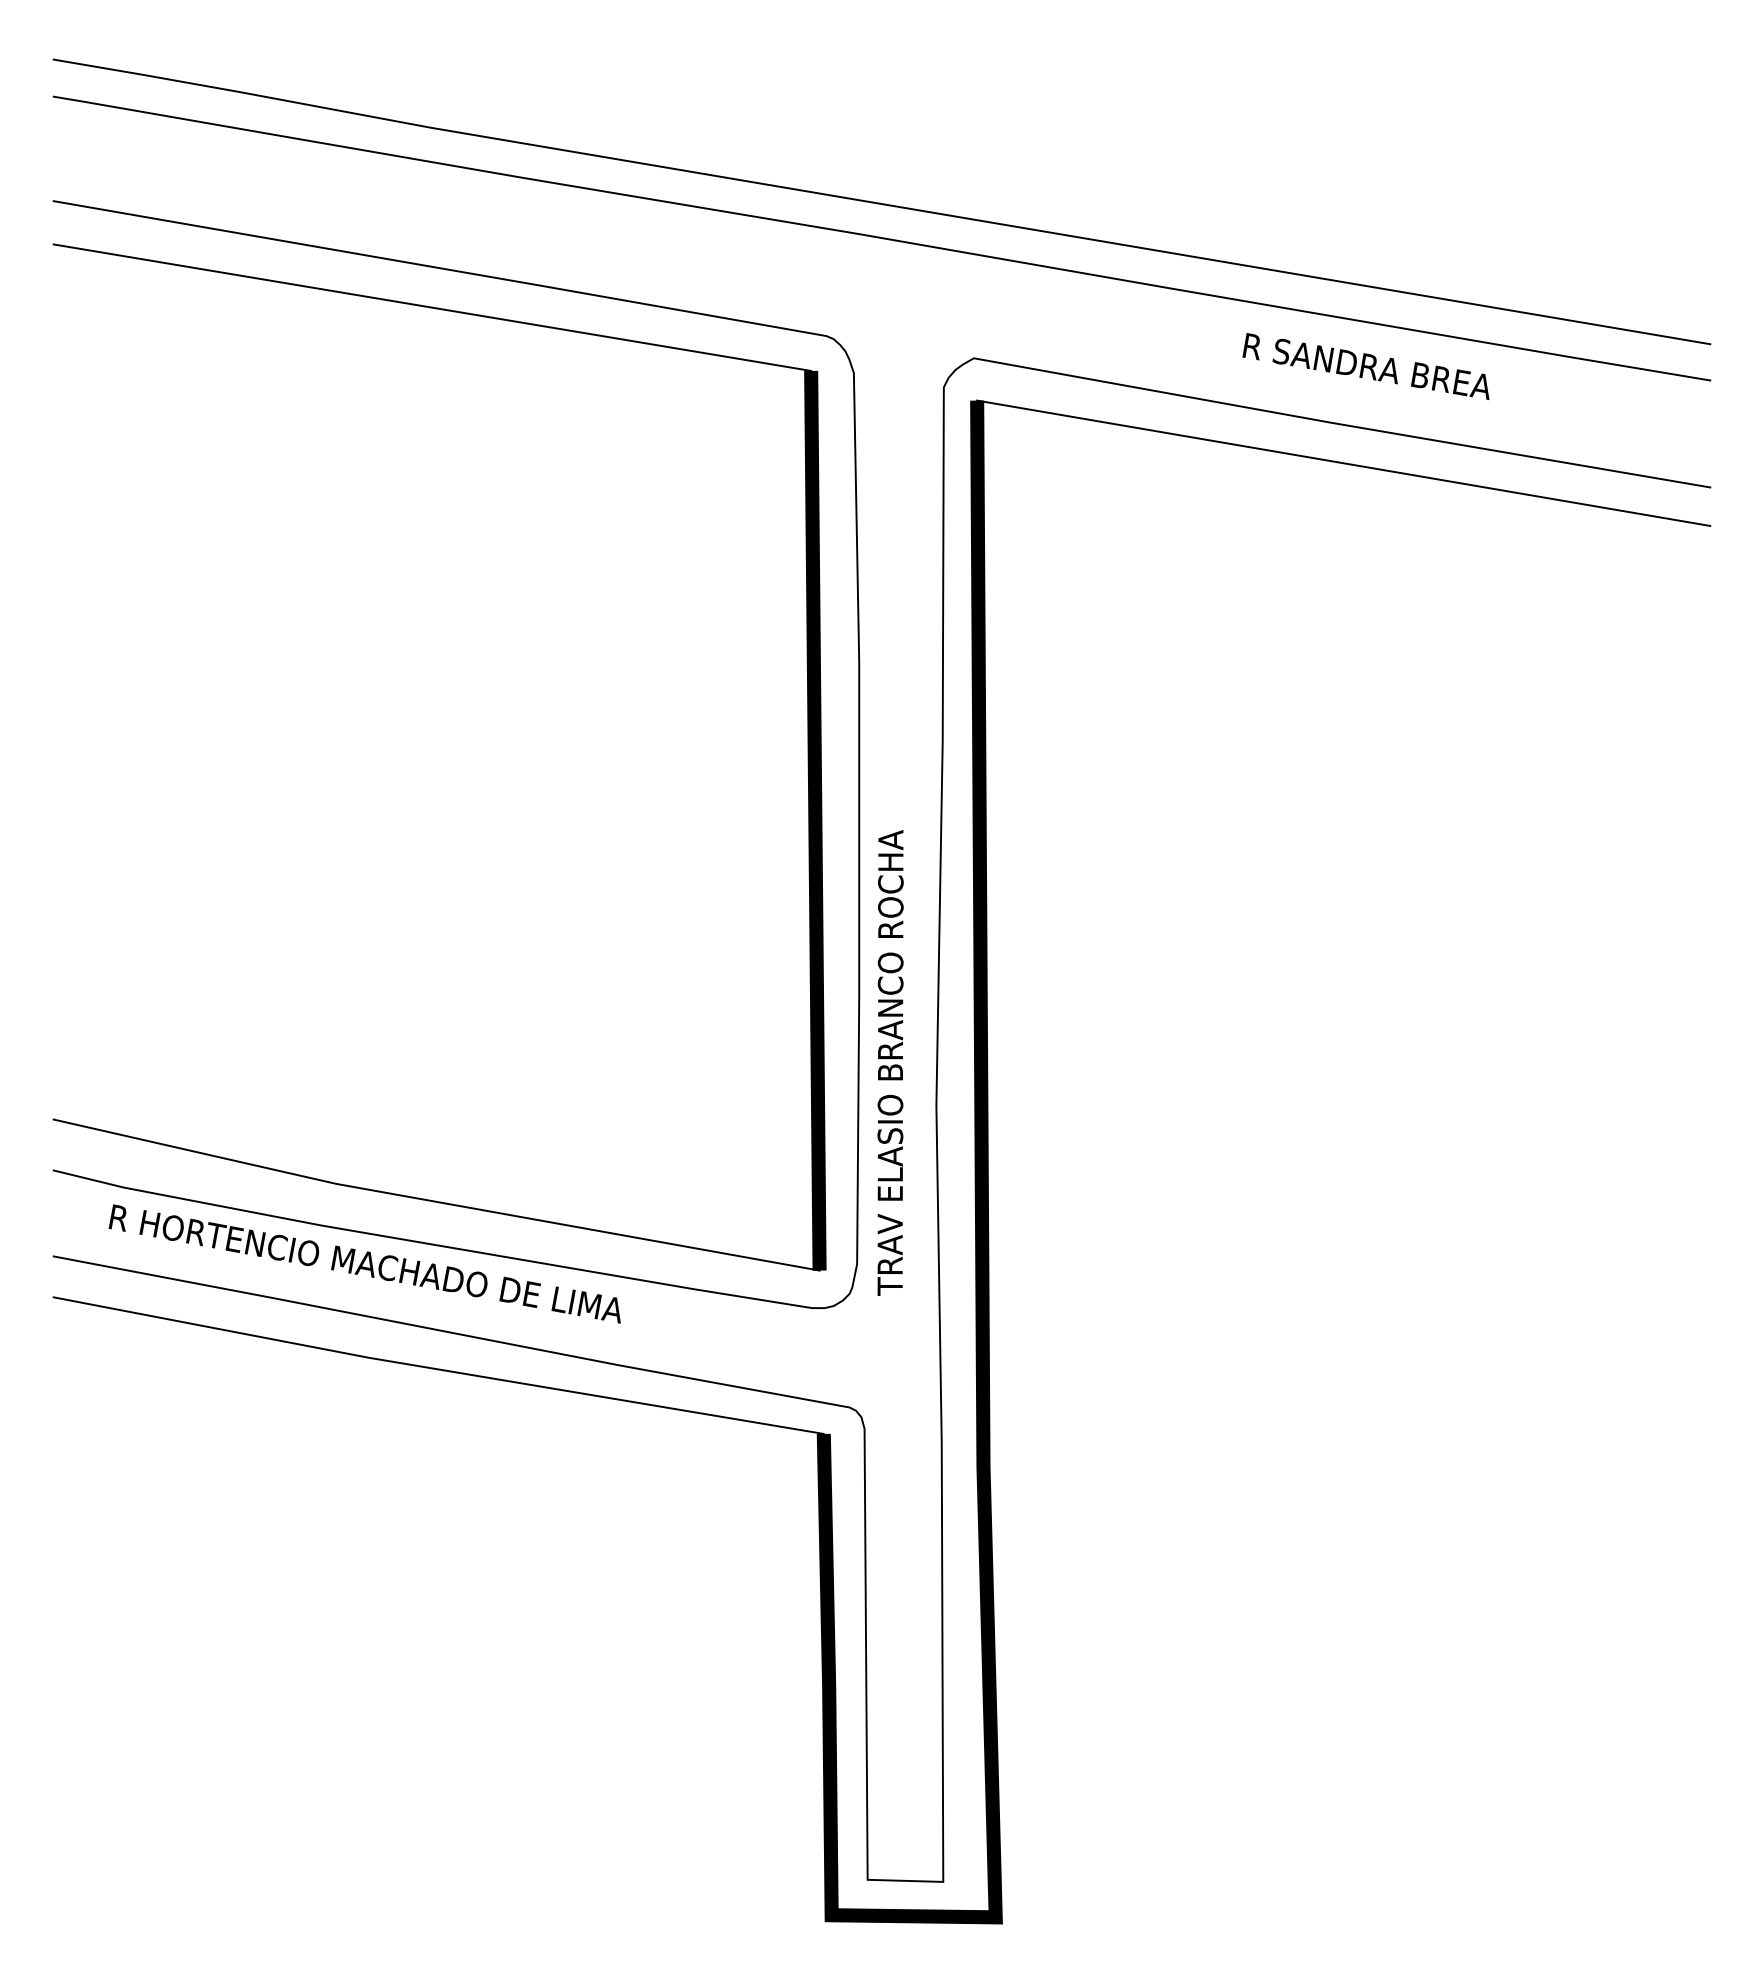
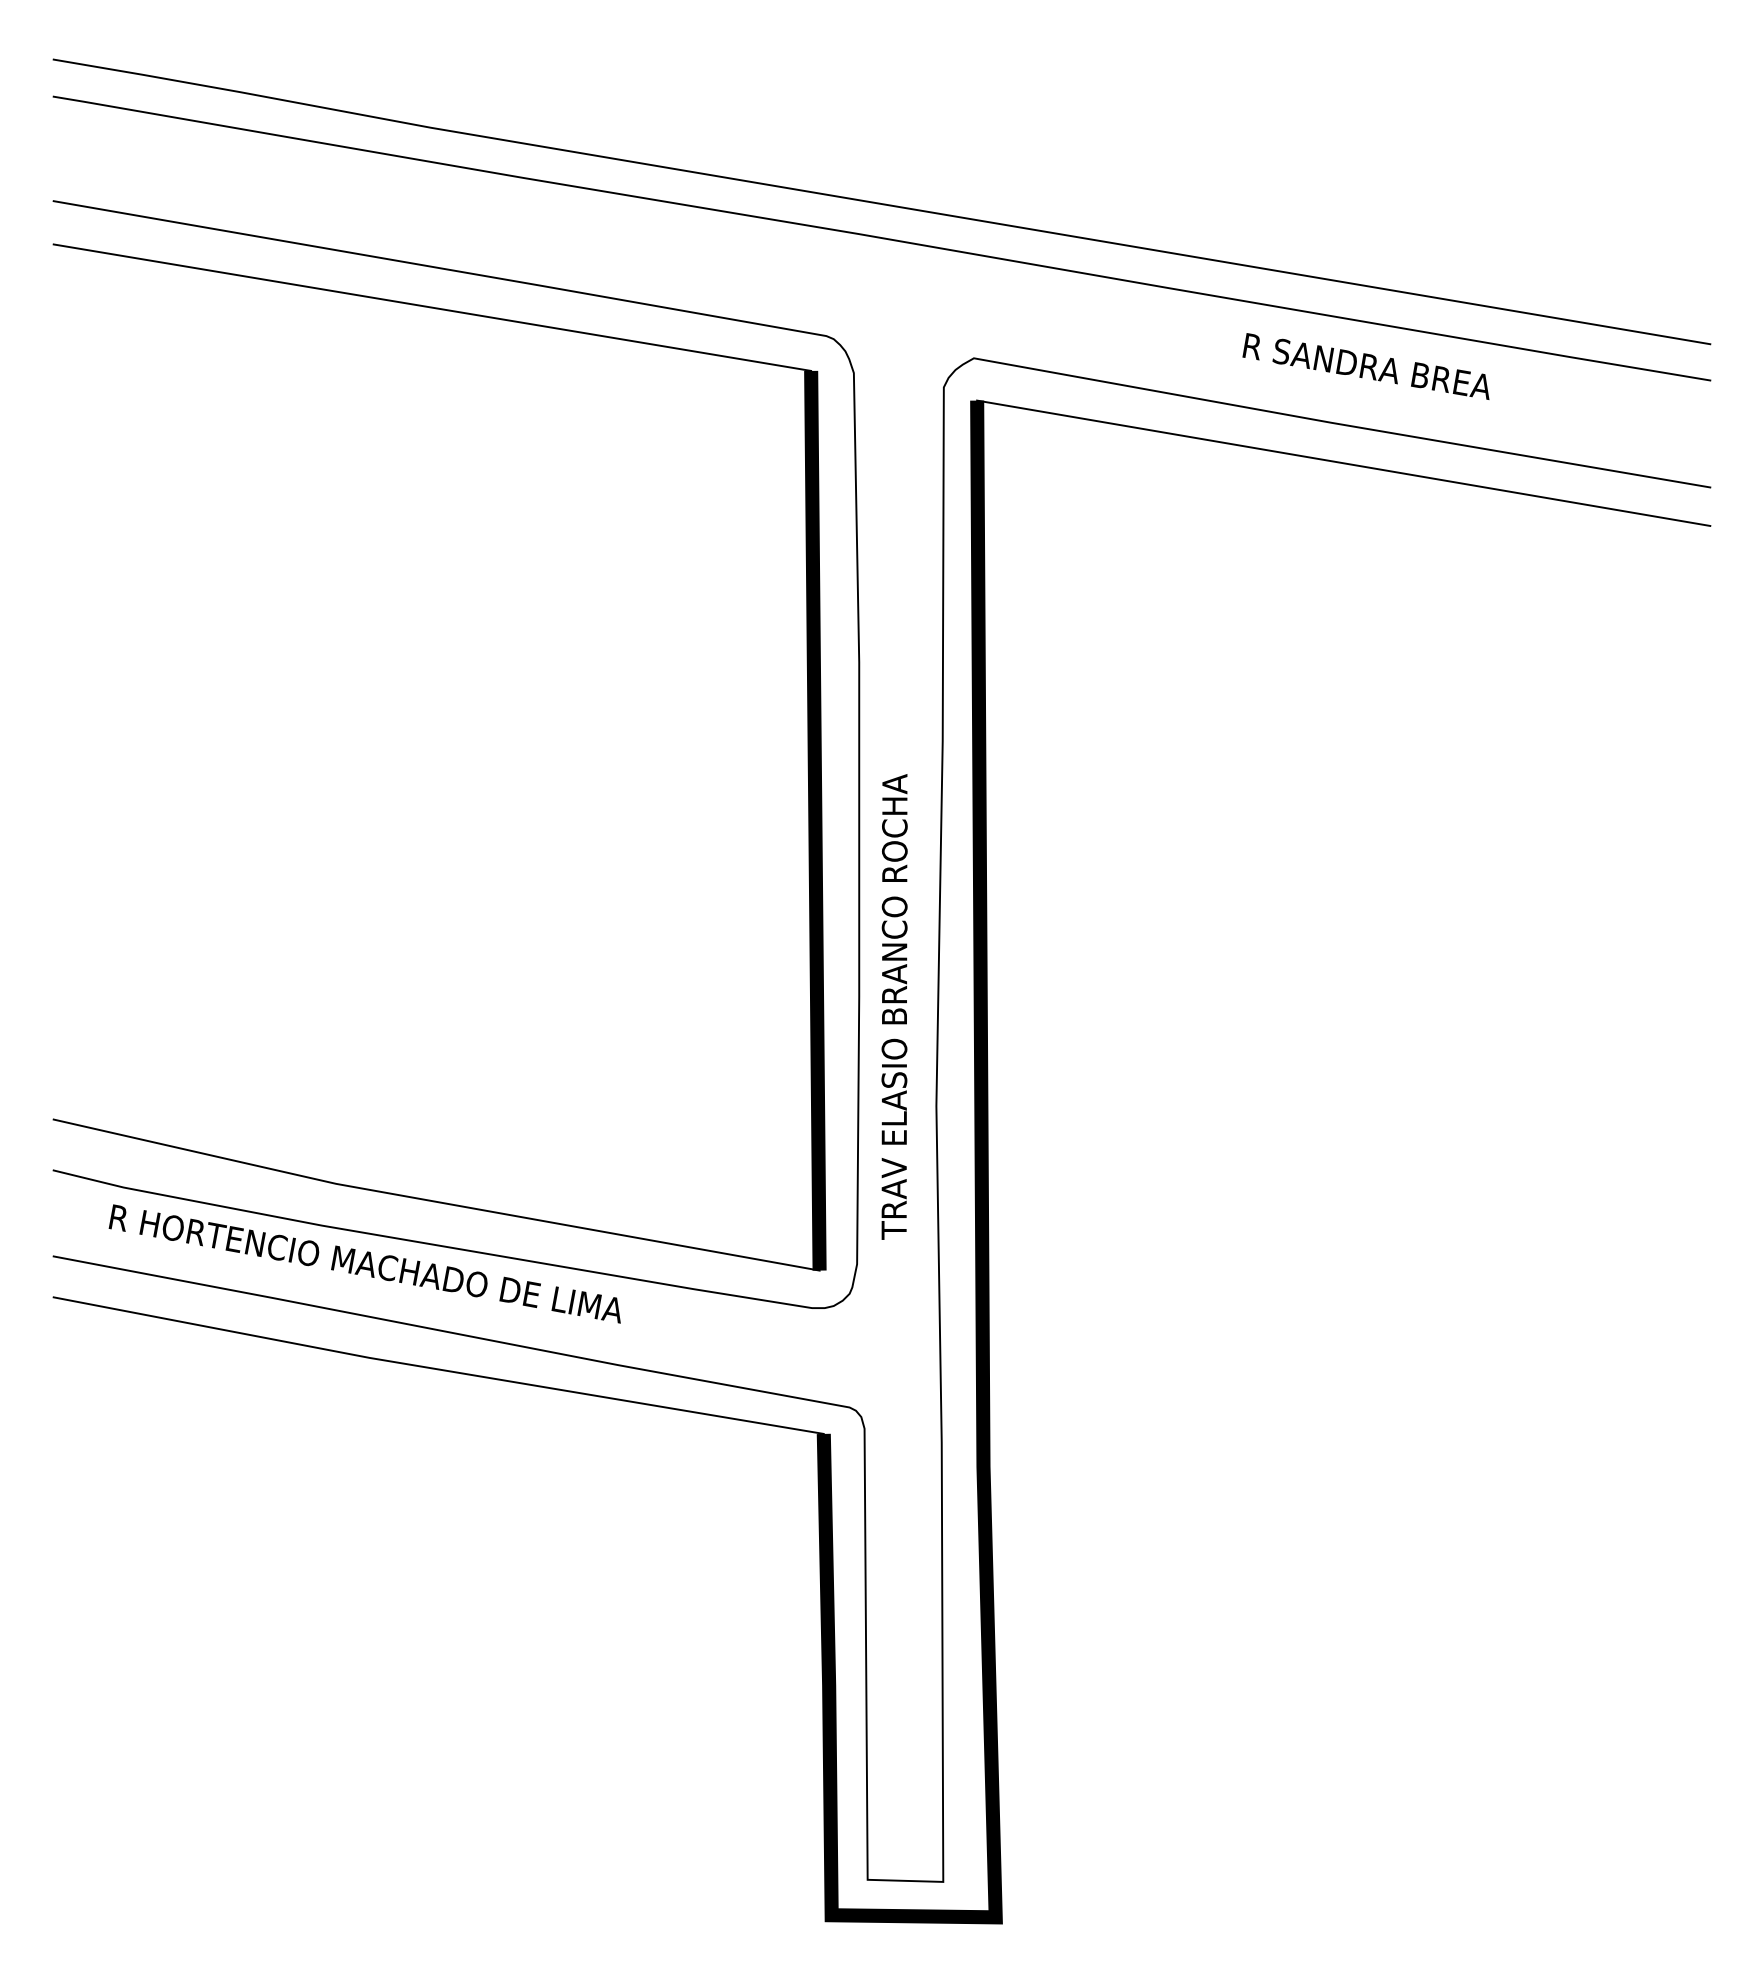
text at (890, 1062) position: (890, 1062) -> (894, 1006)
